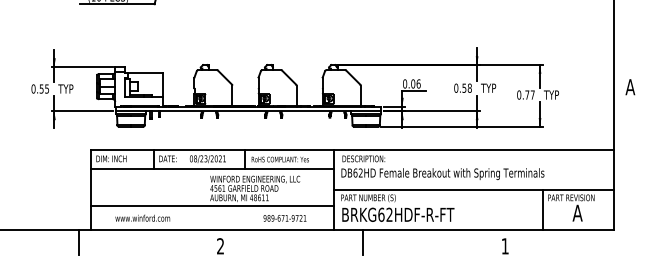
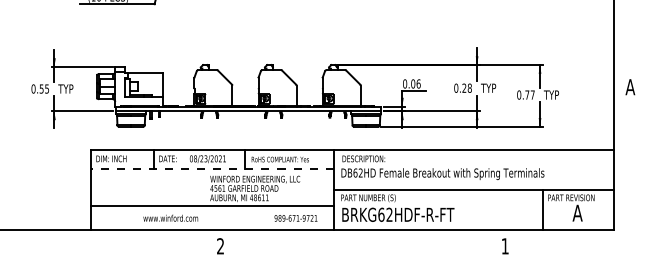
text at (464, 87): 0.58 -> 0.28
line at (212, 168): solid -> dashed
text at (142, 217) position: (142, 217) -> (170, 217)
text at (284, 218) position: (284, 218) -> (295, 218)
line at (78, 241): present -> none
line at (363, 241): present -> none
